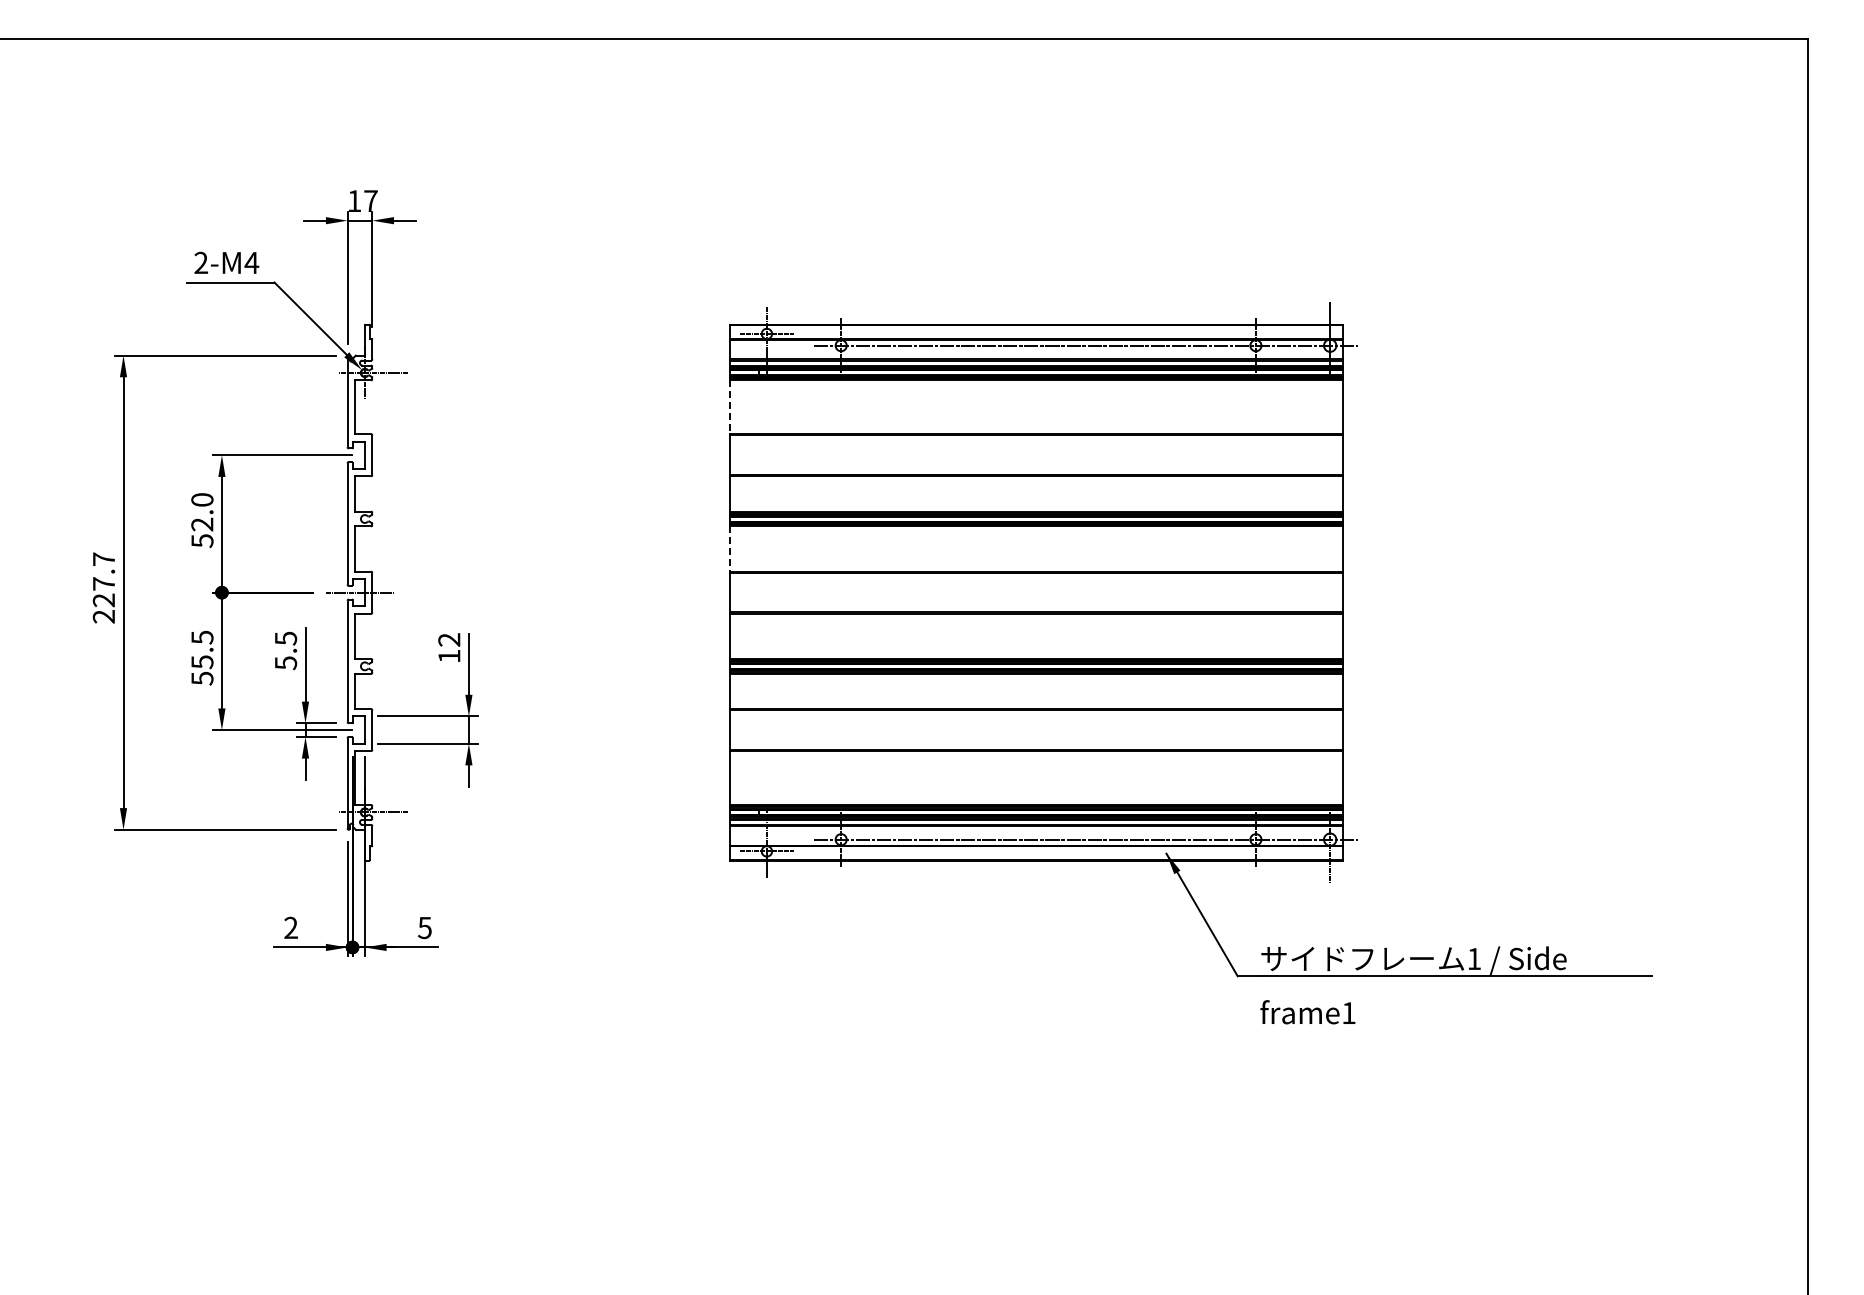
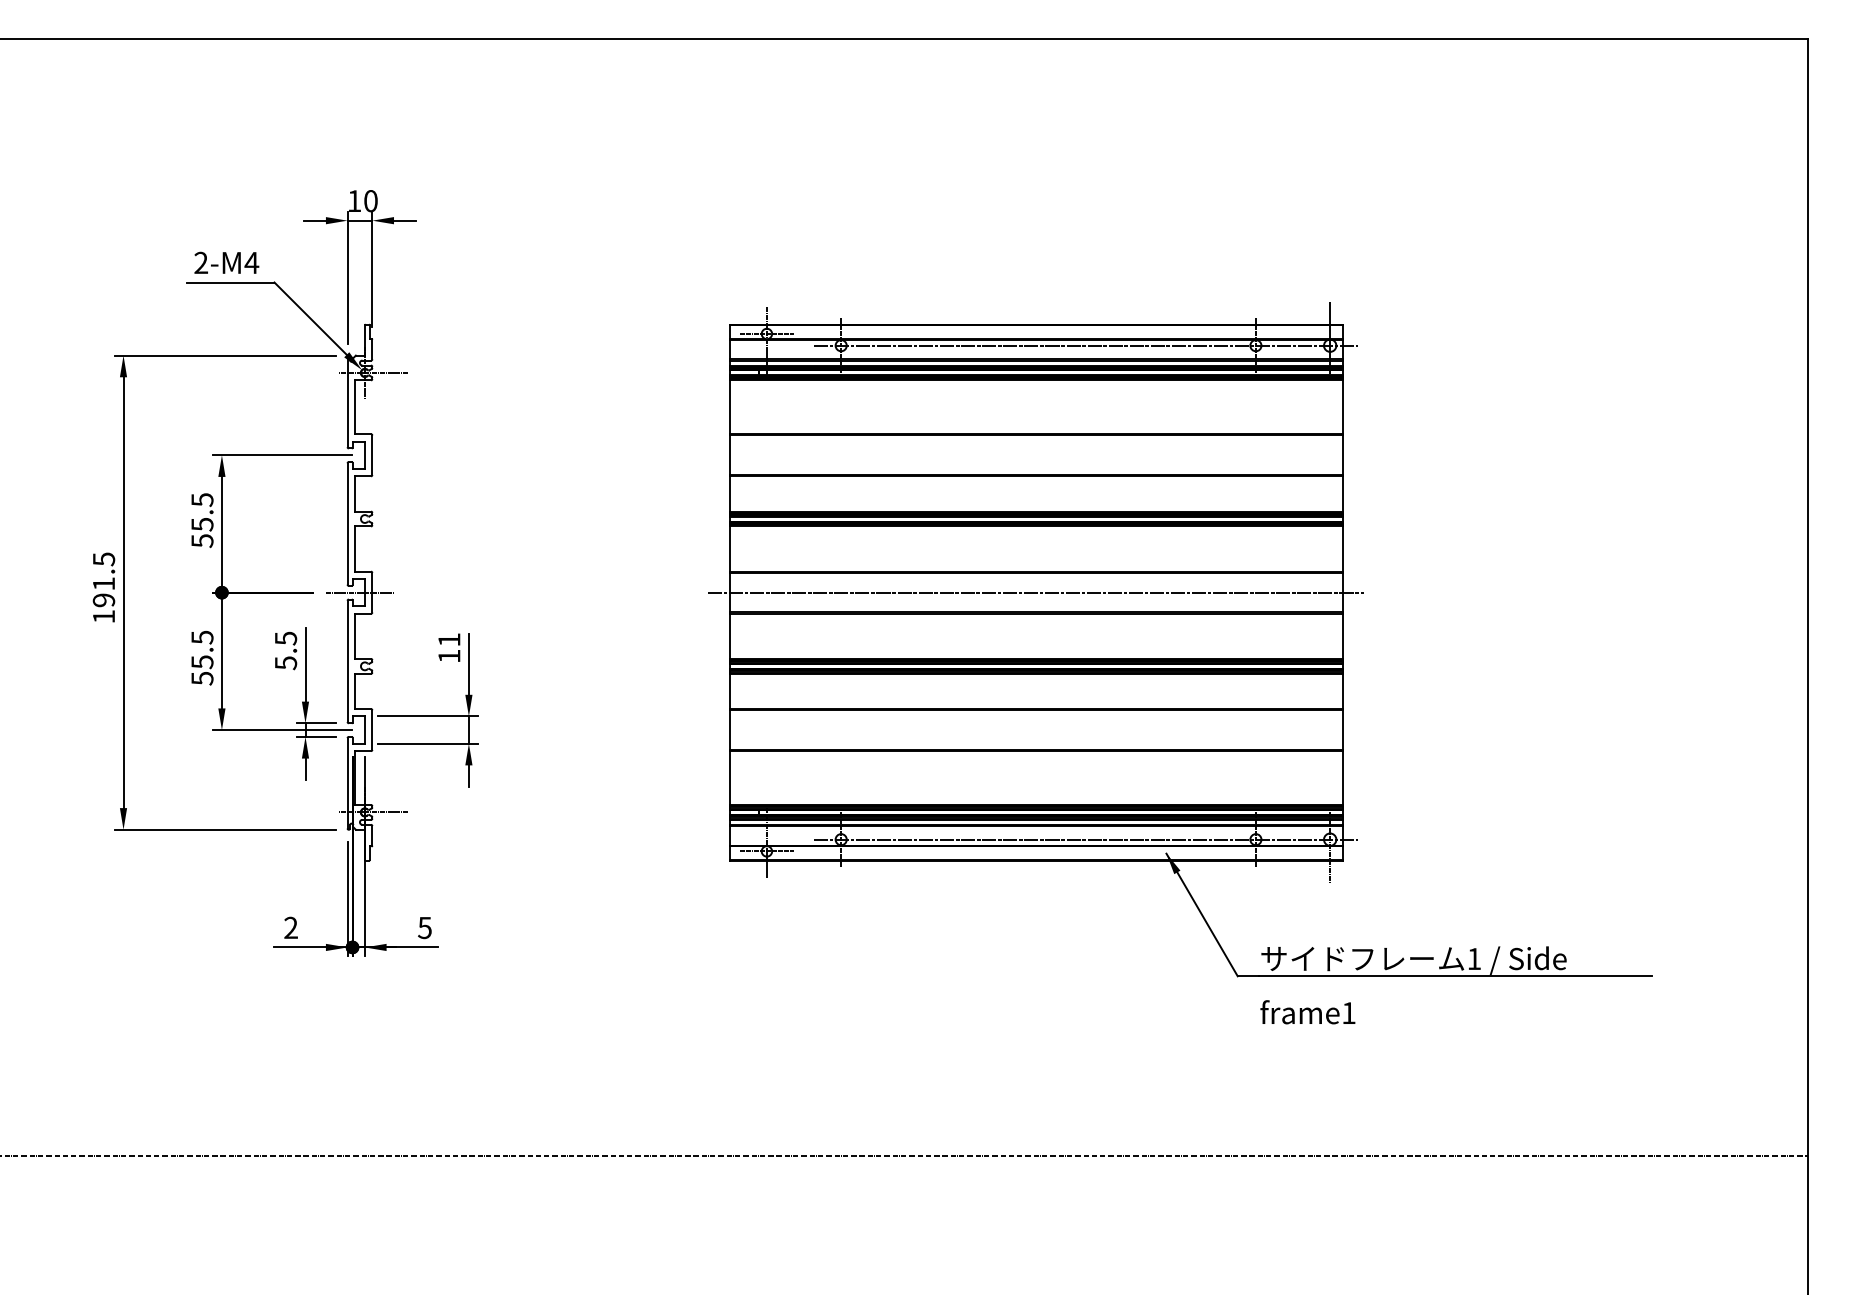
text at (370, 201): 17 -> 10
line at (729, 407): dashed -> solid
text at (202, 512): 52.0 -> 55.5
line at (729, 549): dashed -> solid
text at (103, 587): 227.7 -> 191.5
line at (1036, 592): none -> present
text at (449, 639): 12 -> 11
line at (905, 1156): none -> present
